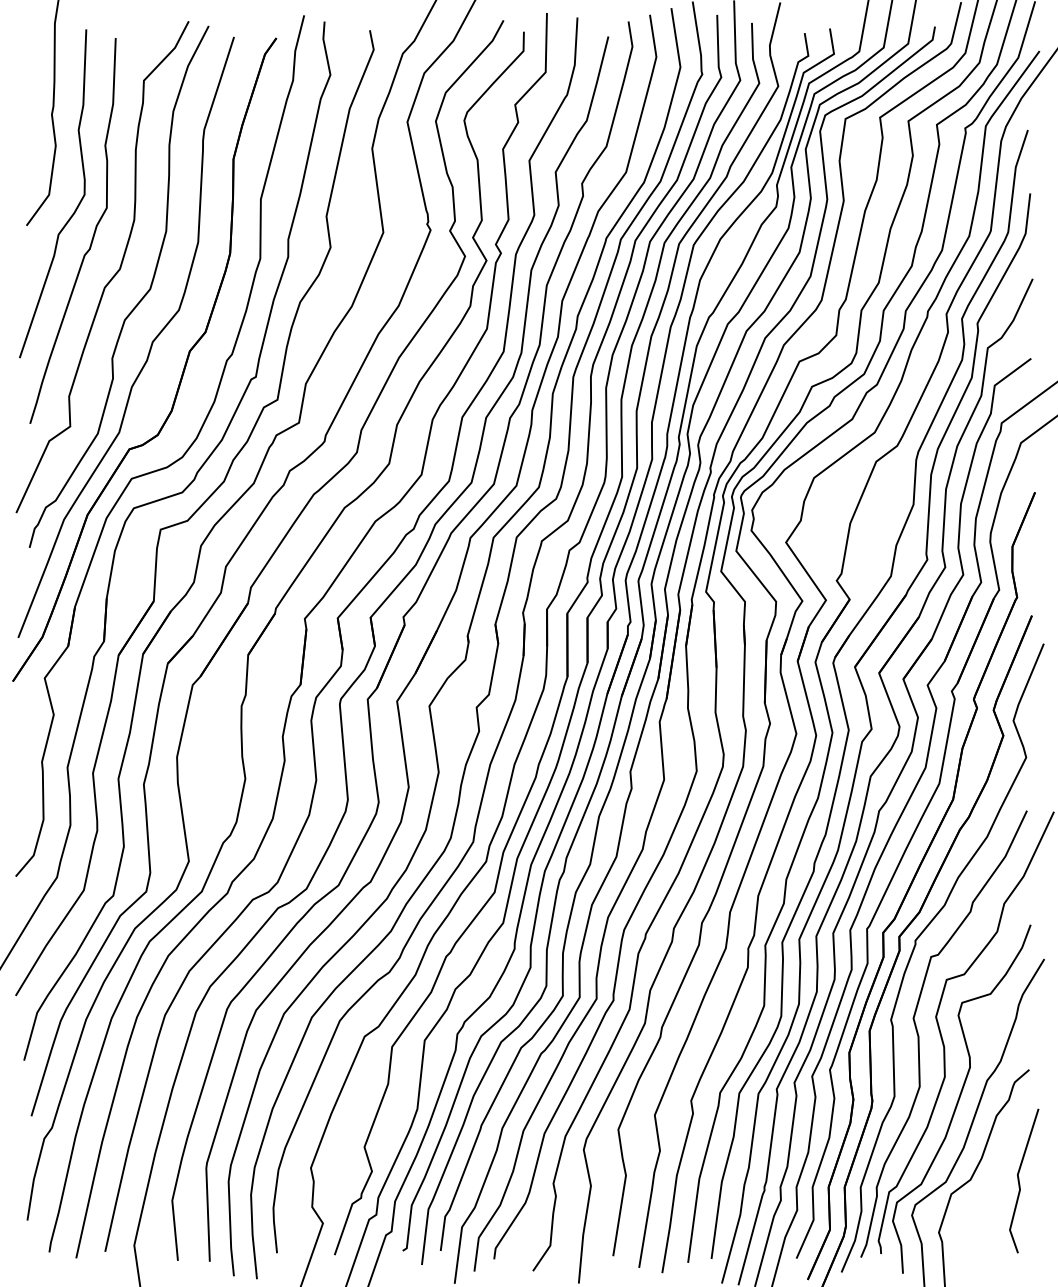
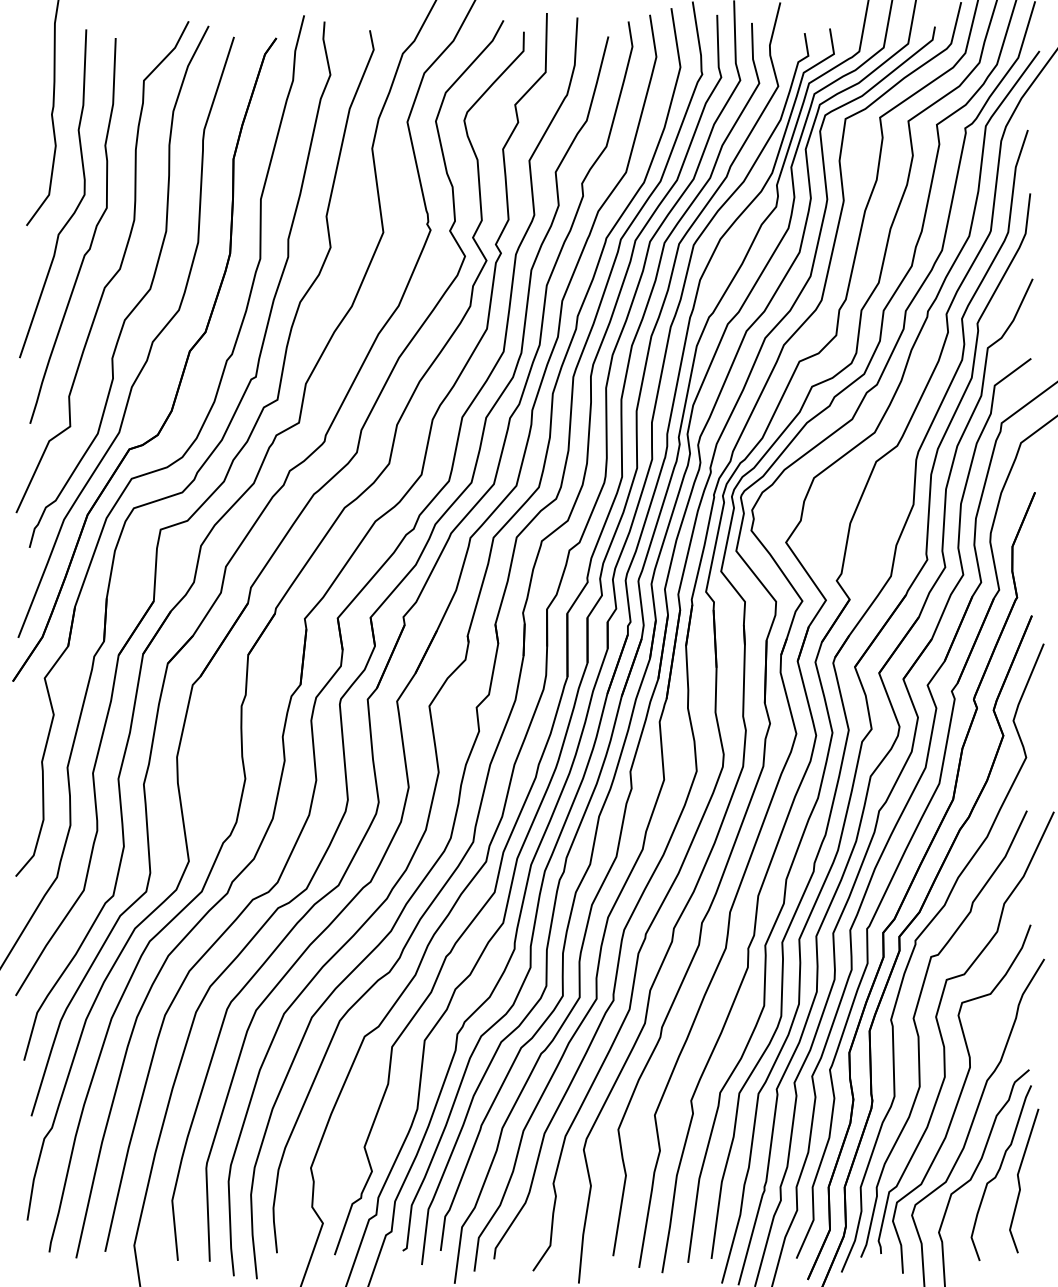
curve at (999, 1171): none -> present
